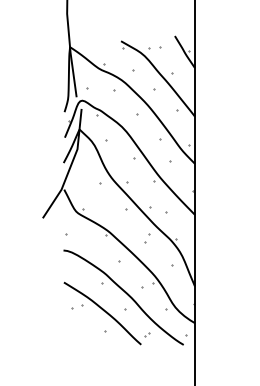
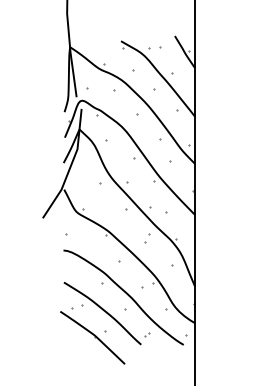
part at (92, 337): none -> present
